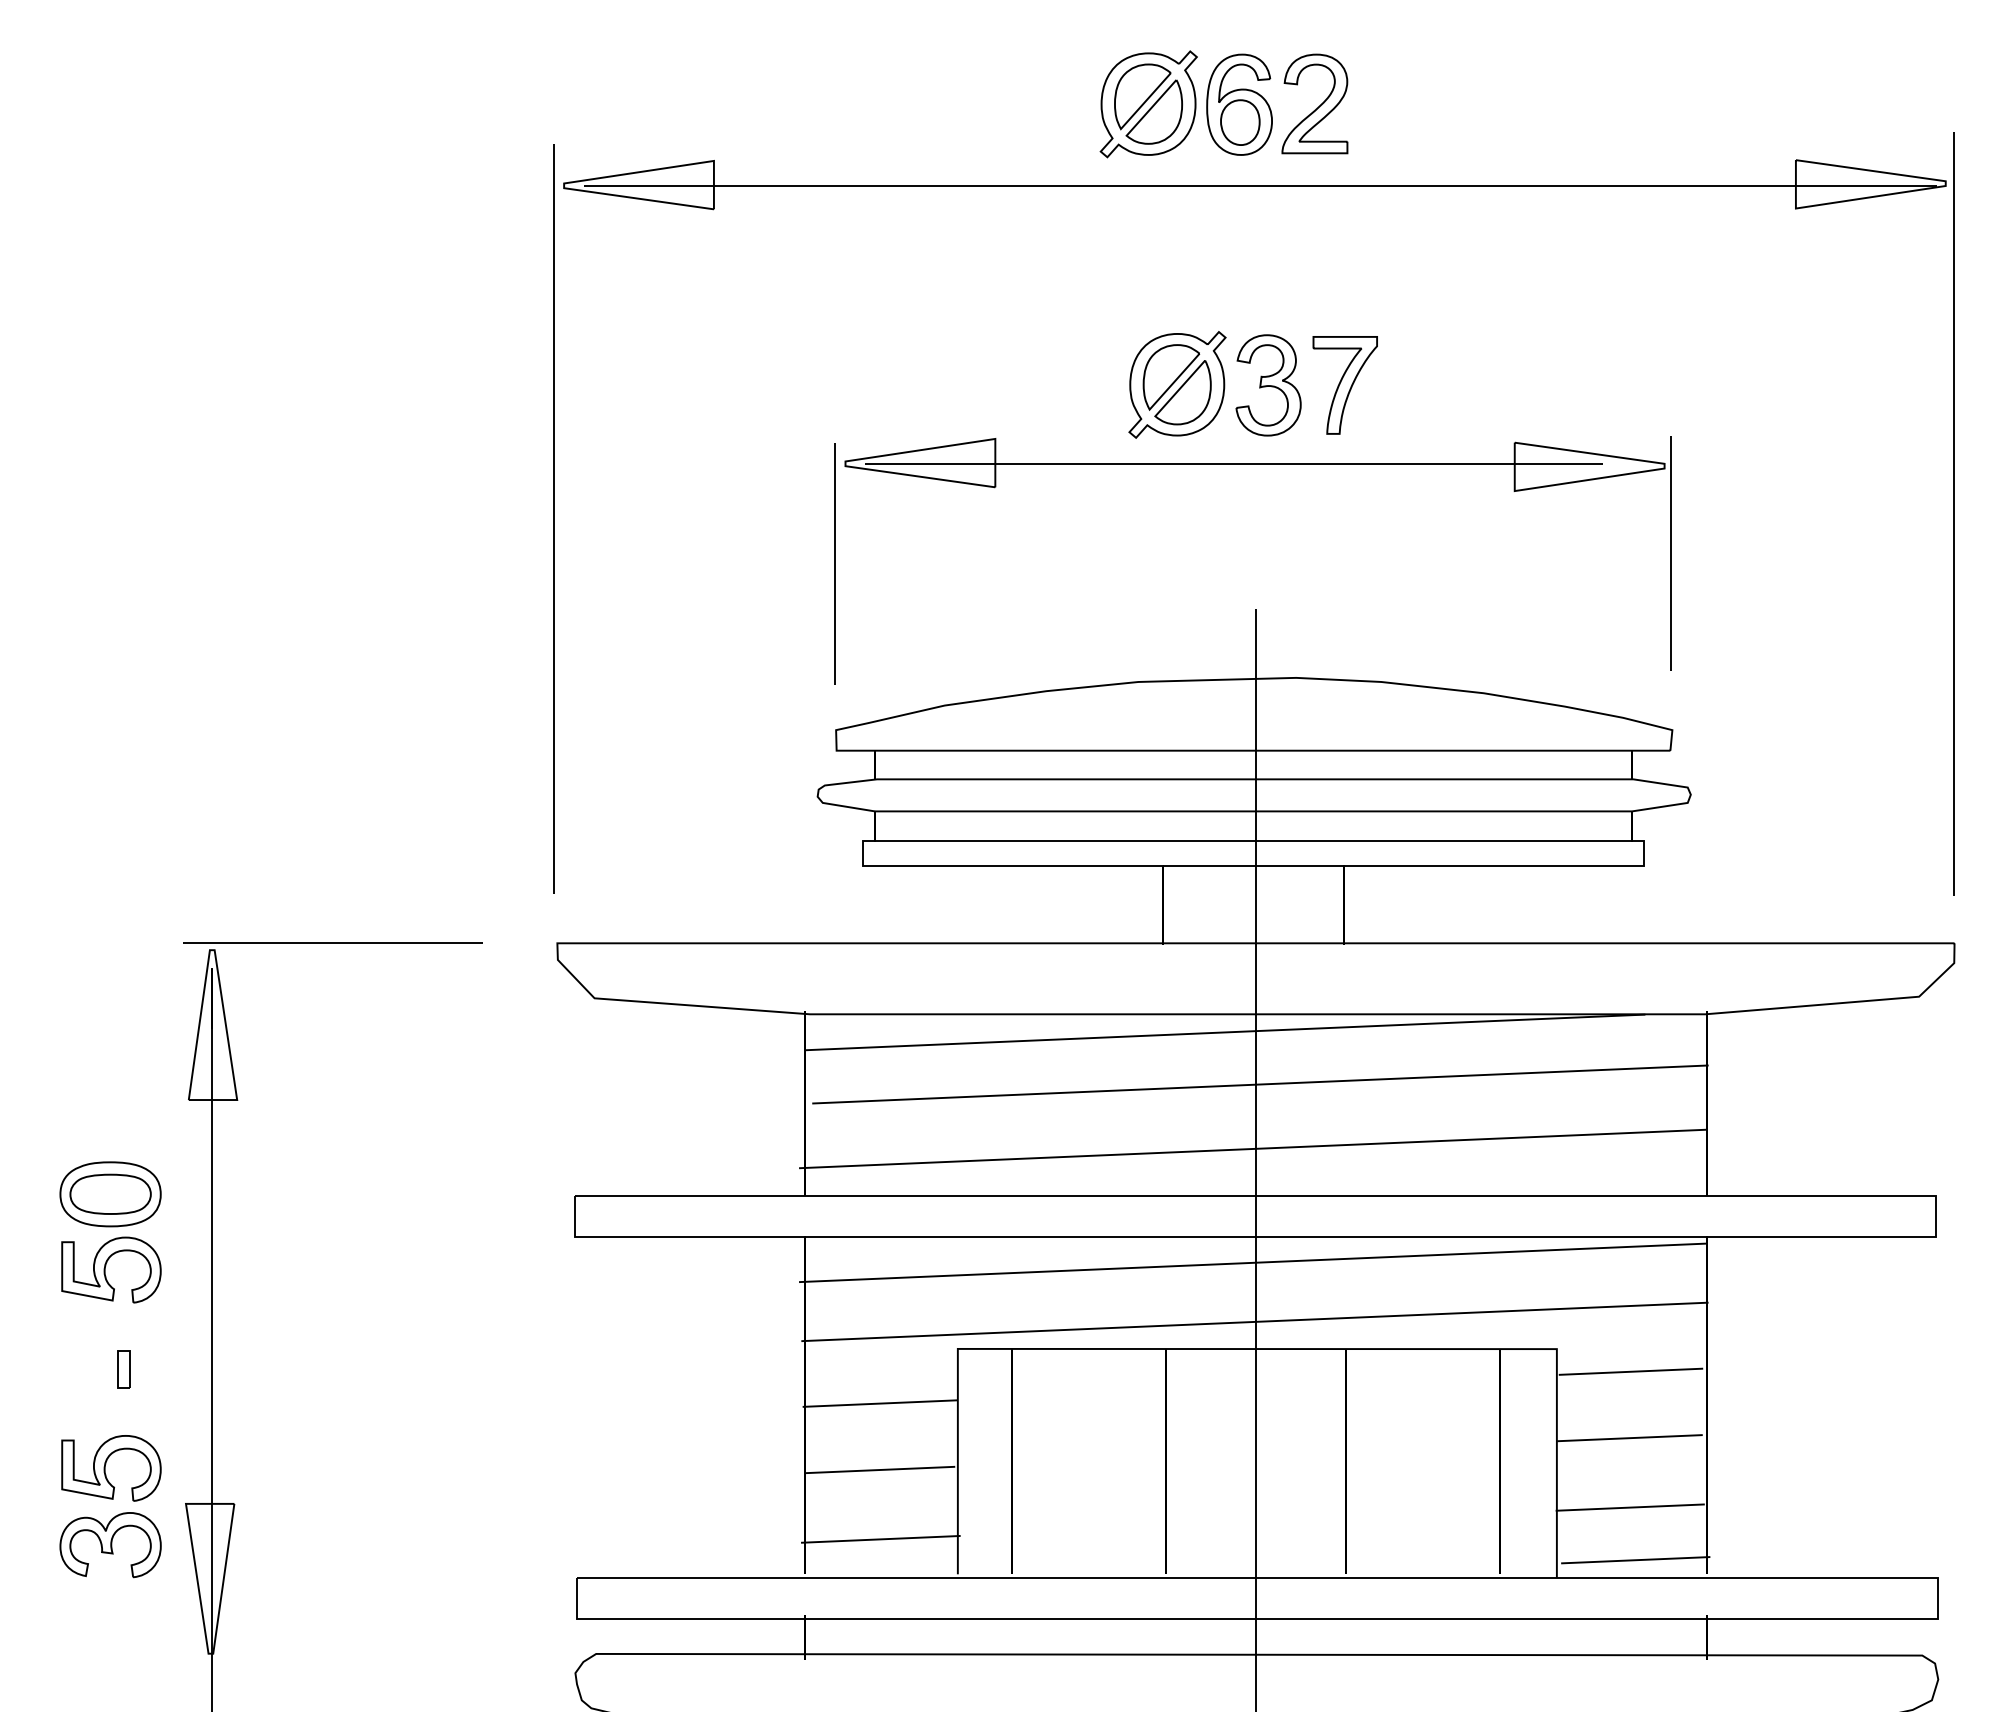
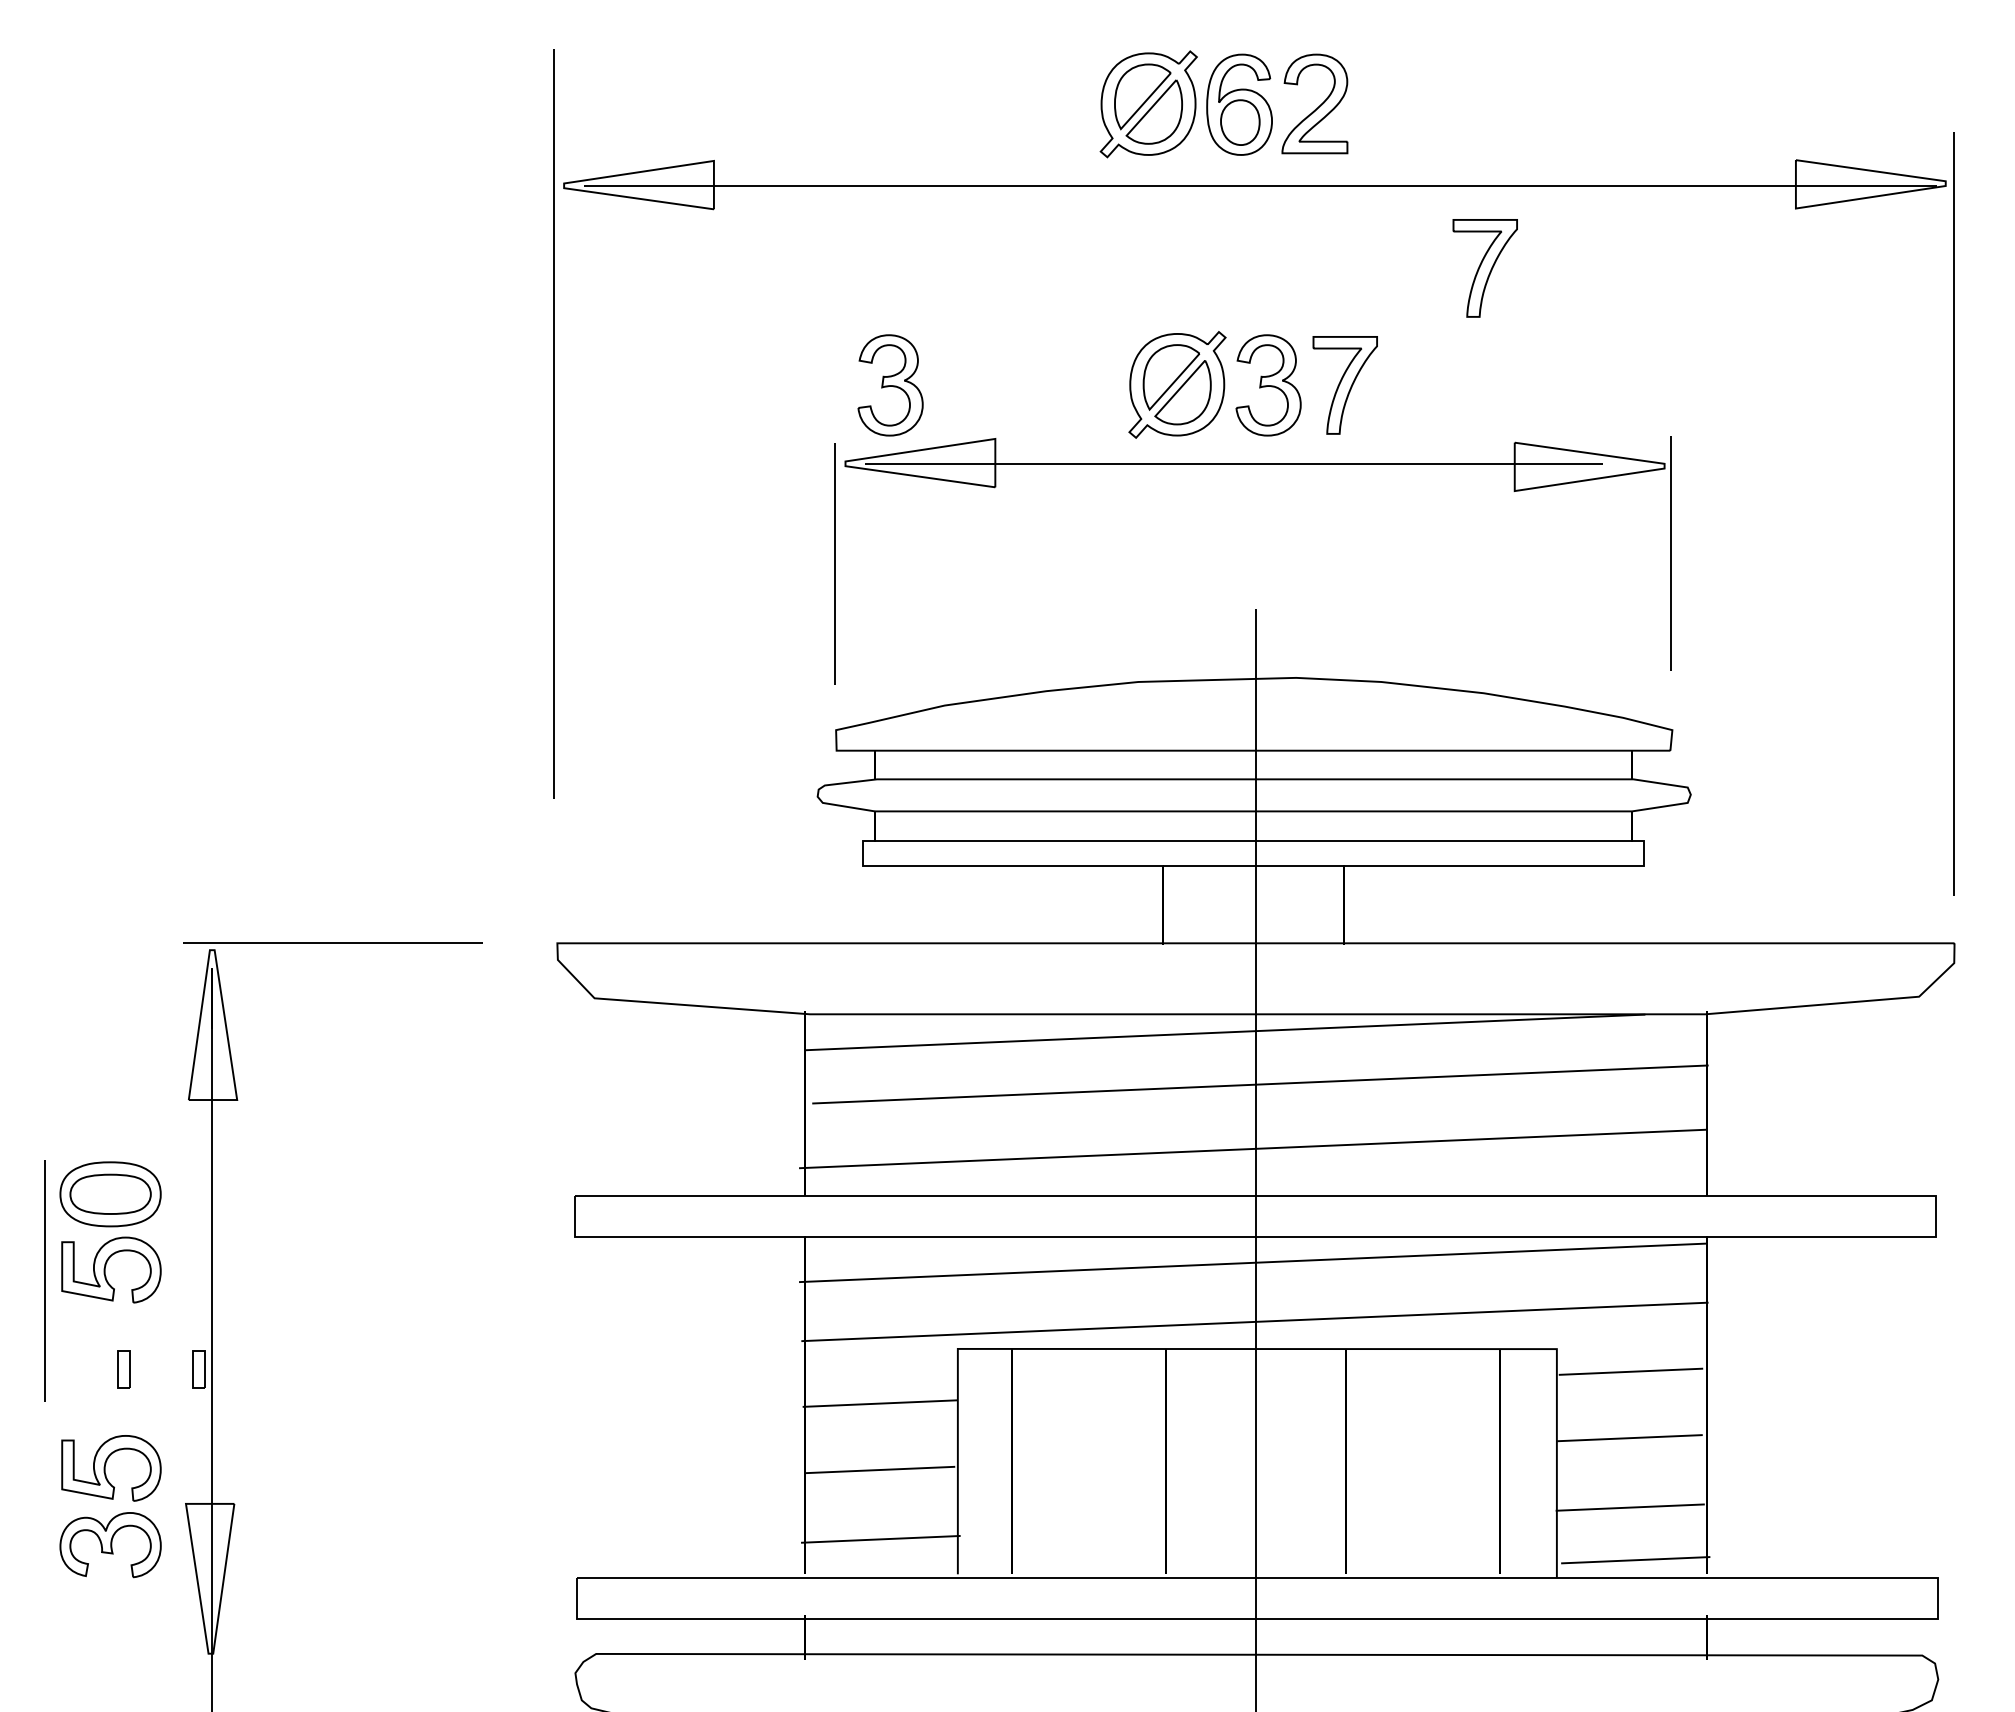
part at (1484, 268): none -> present
part at (890, 385): none -> present
line at (553, 518) position: (553, 518) -> (553, 423)
line at (44, 1280): none -> present
part at (198, 1369): none -> present
